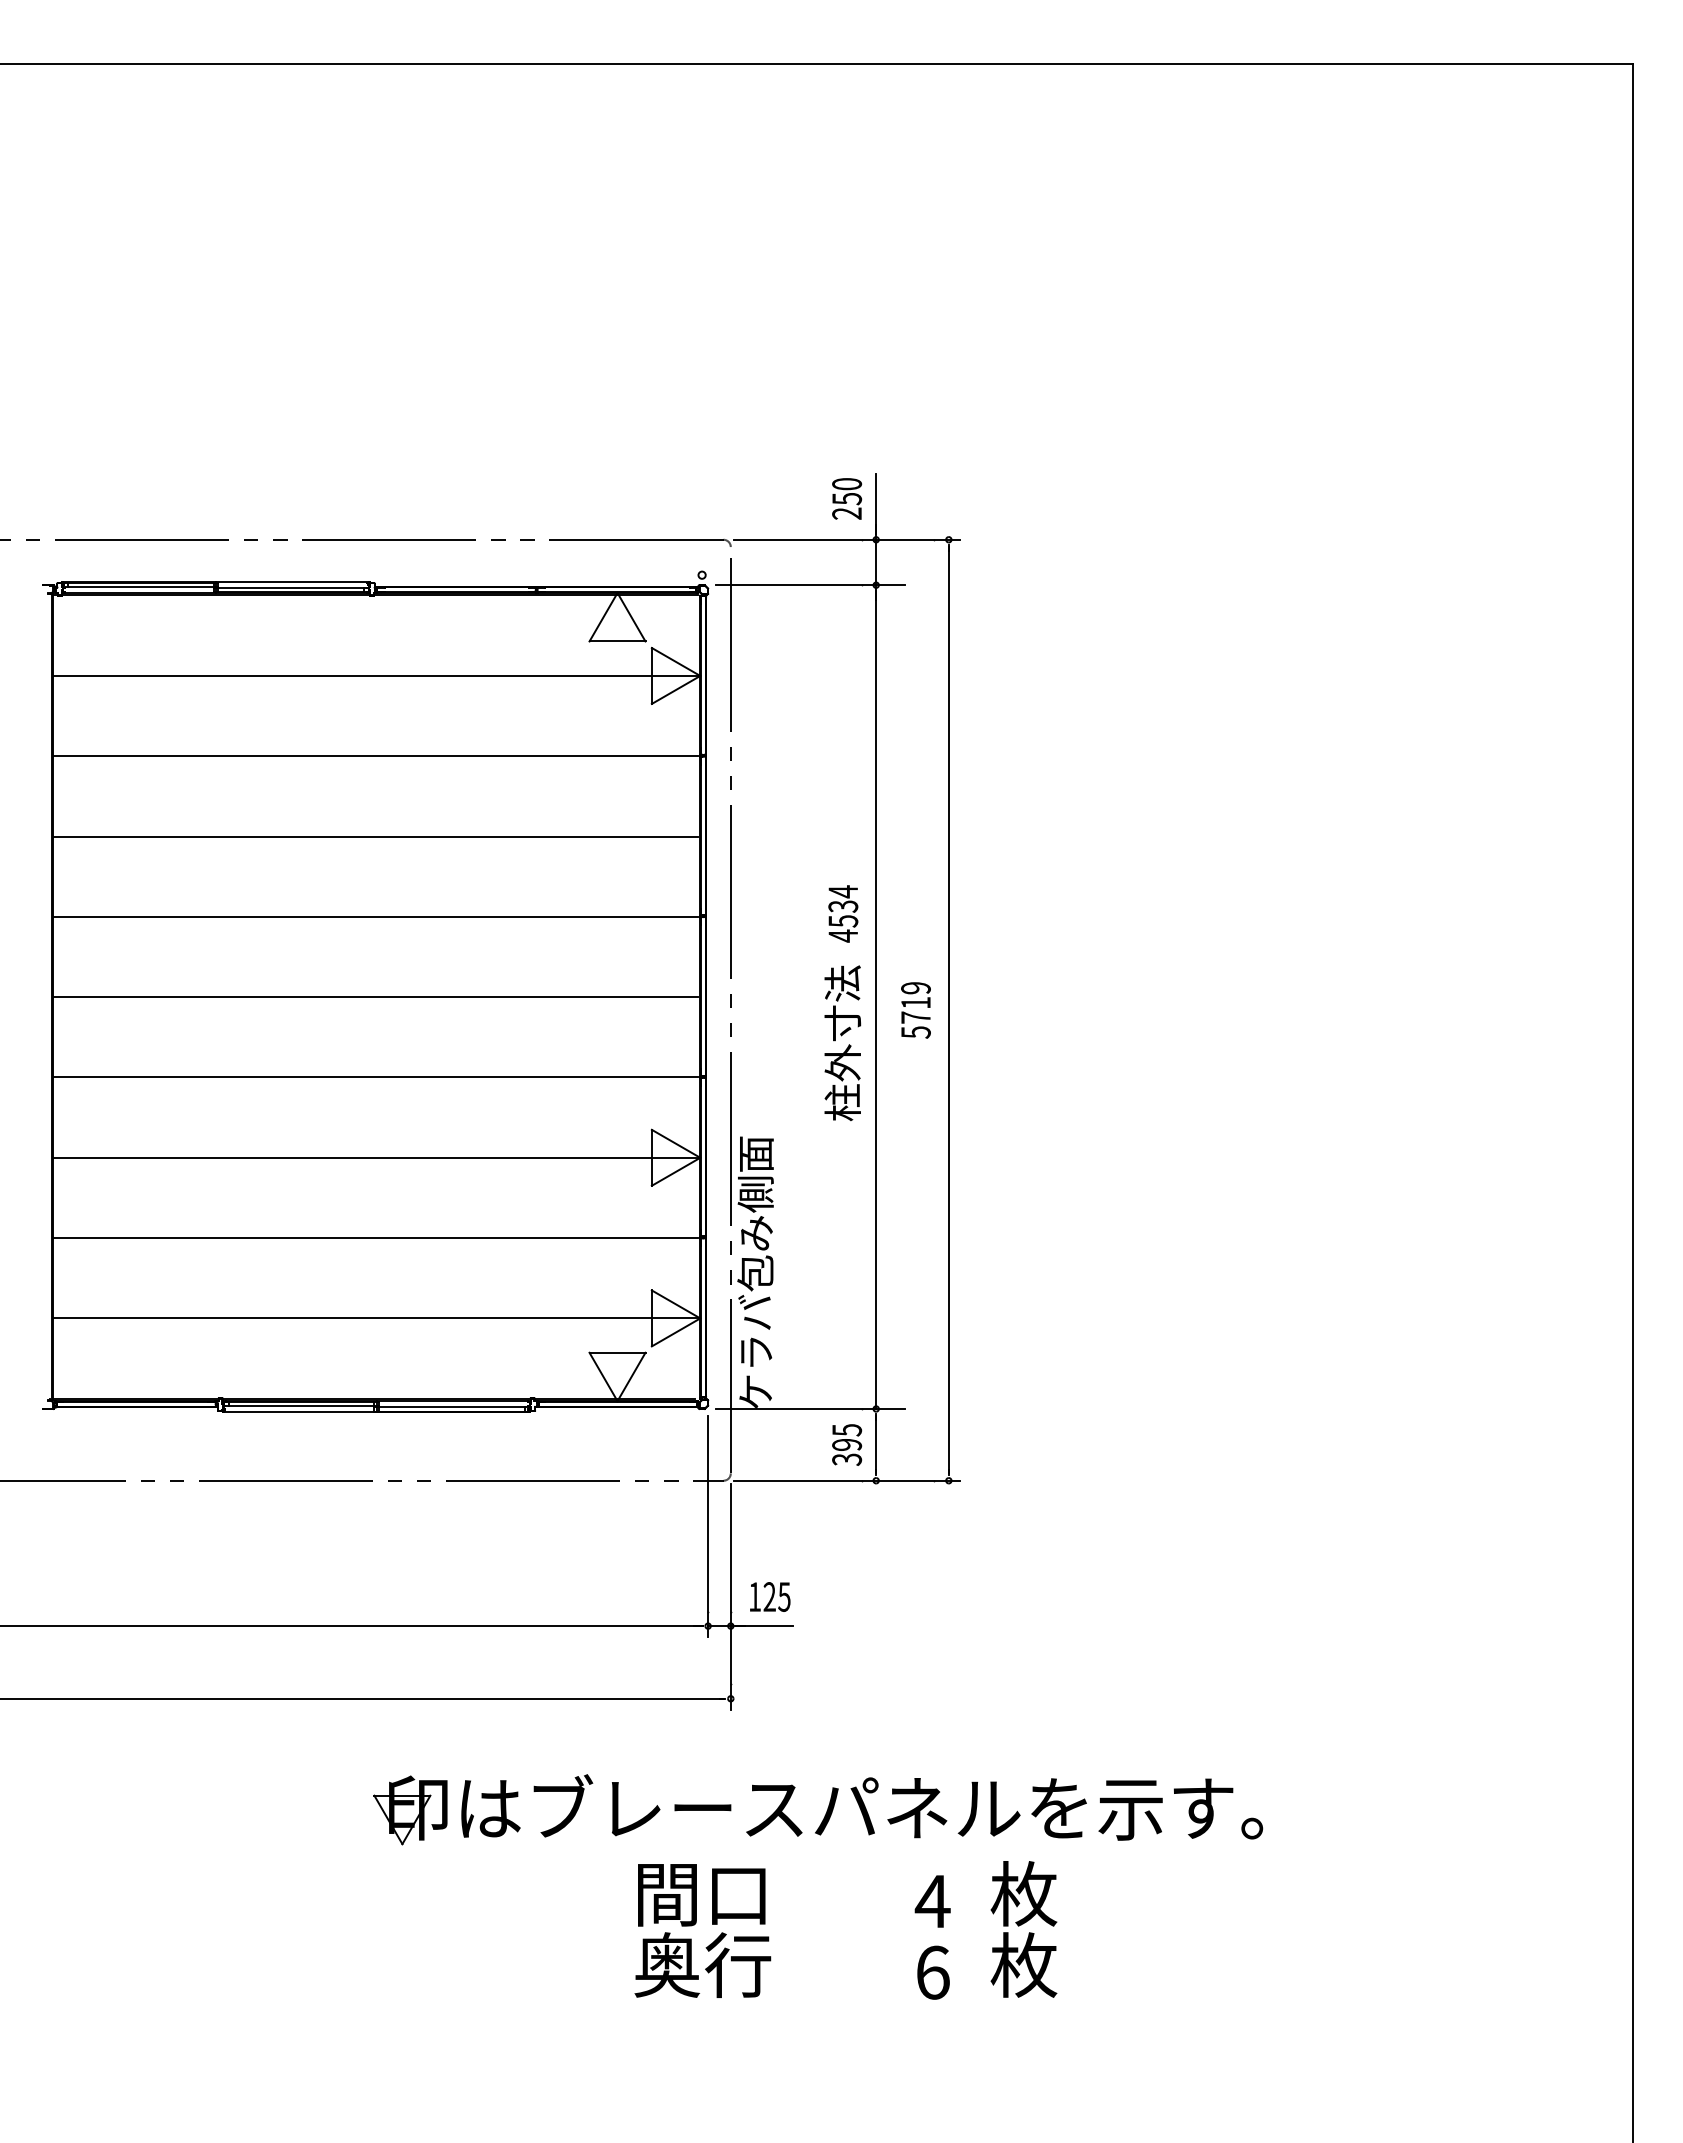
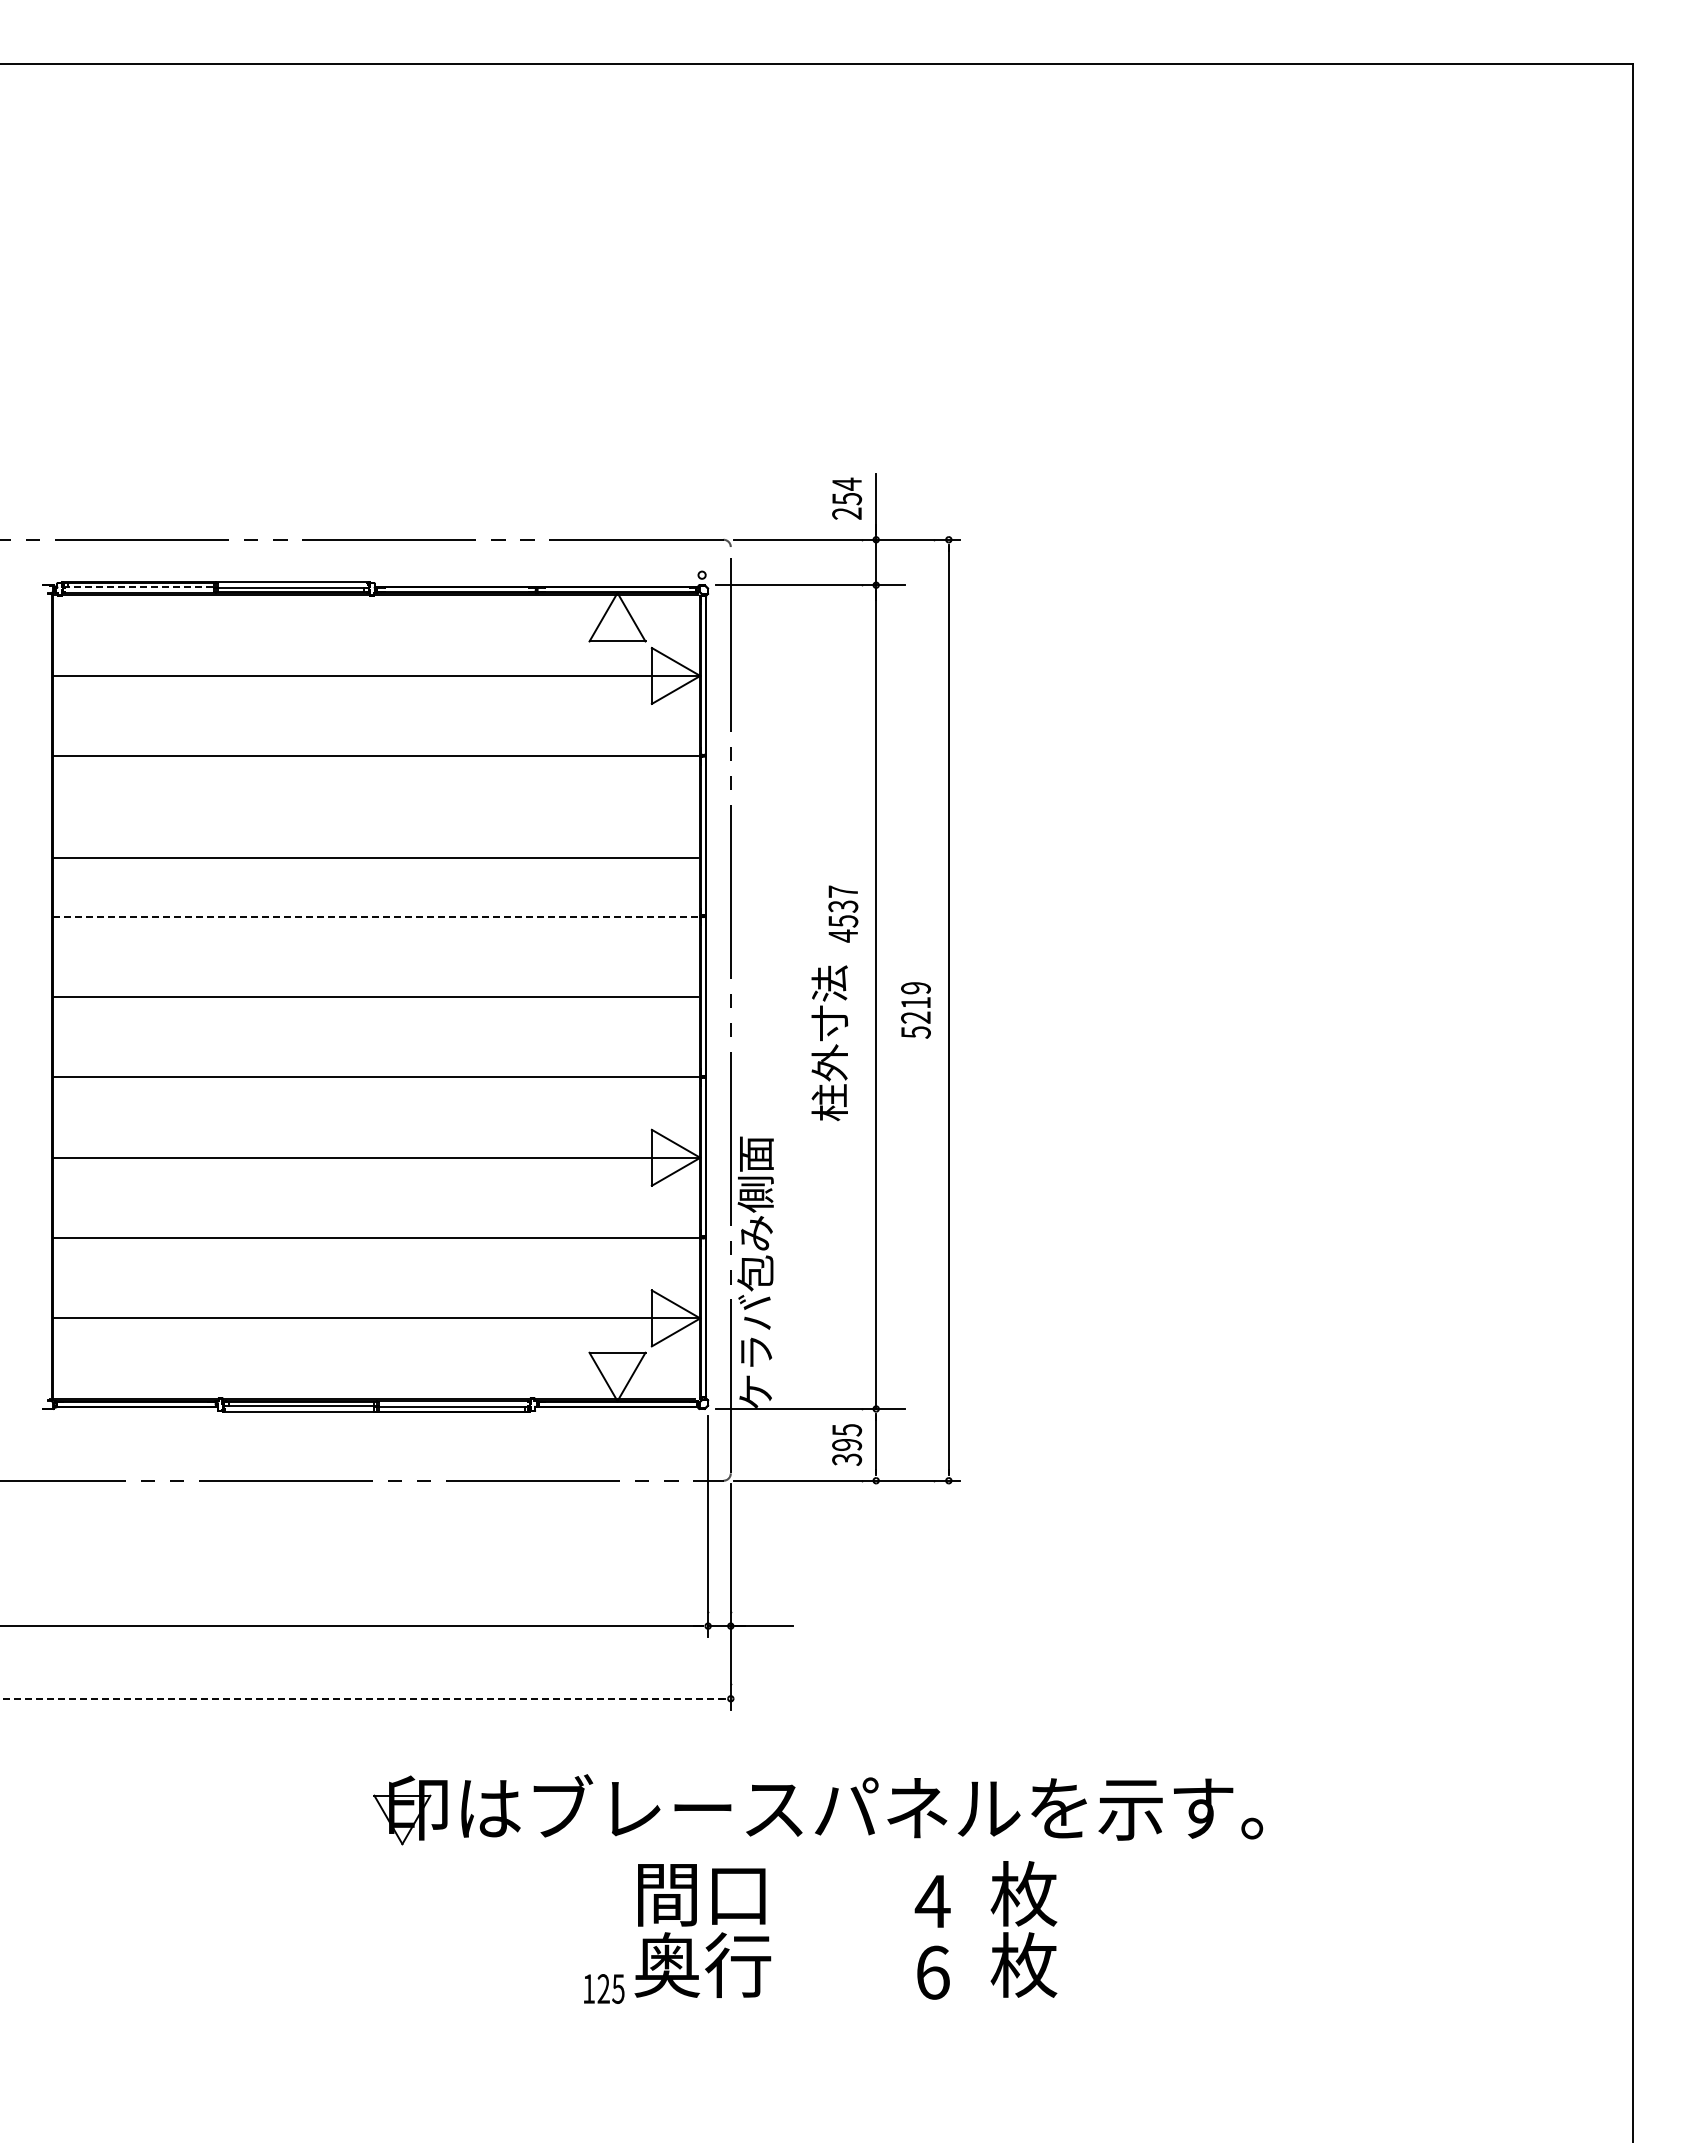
text at (847, 483): 250 -> 254
line at (141, 587): solid -> dashed
line at (375, 836) position: (375, 836) -> (375, 857)
text at (842, 891): 4534 -> 4537
line at (375, 916): solid -> dashed
text at (915, 1017): 5719 -> 5219
text at (842, 1042) position: (842, 1042) -> (829, 1042)
text at (770, 1596) position: (770, 1596) -> (604, 1988)
line at (362, 1698): solid -> dashed
